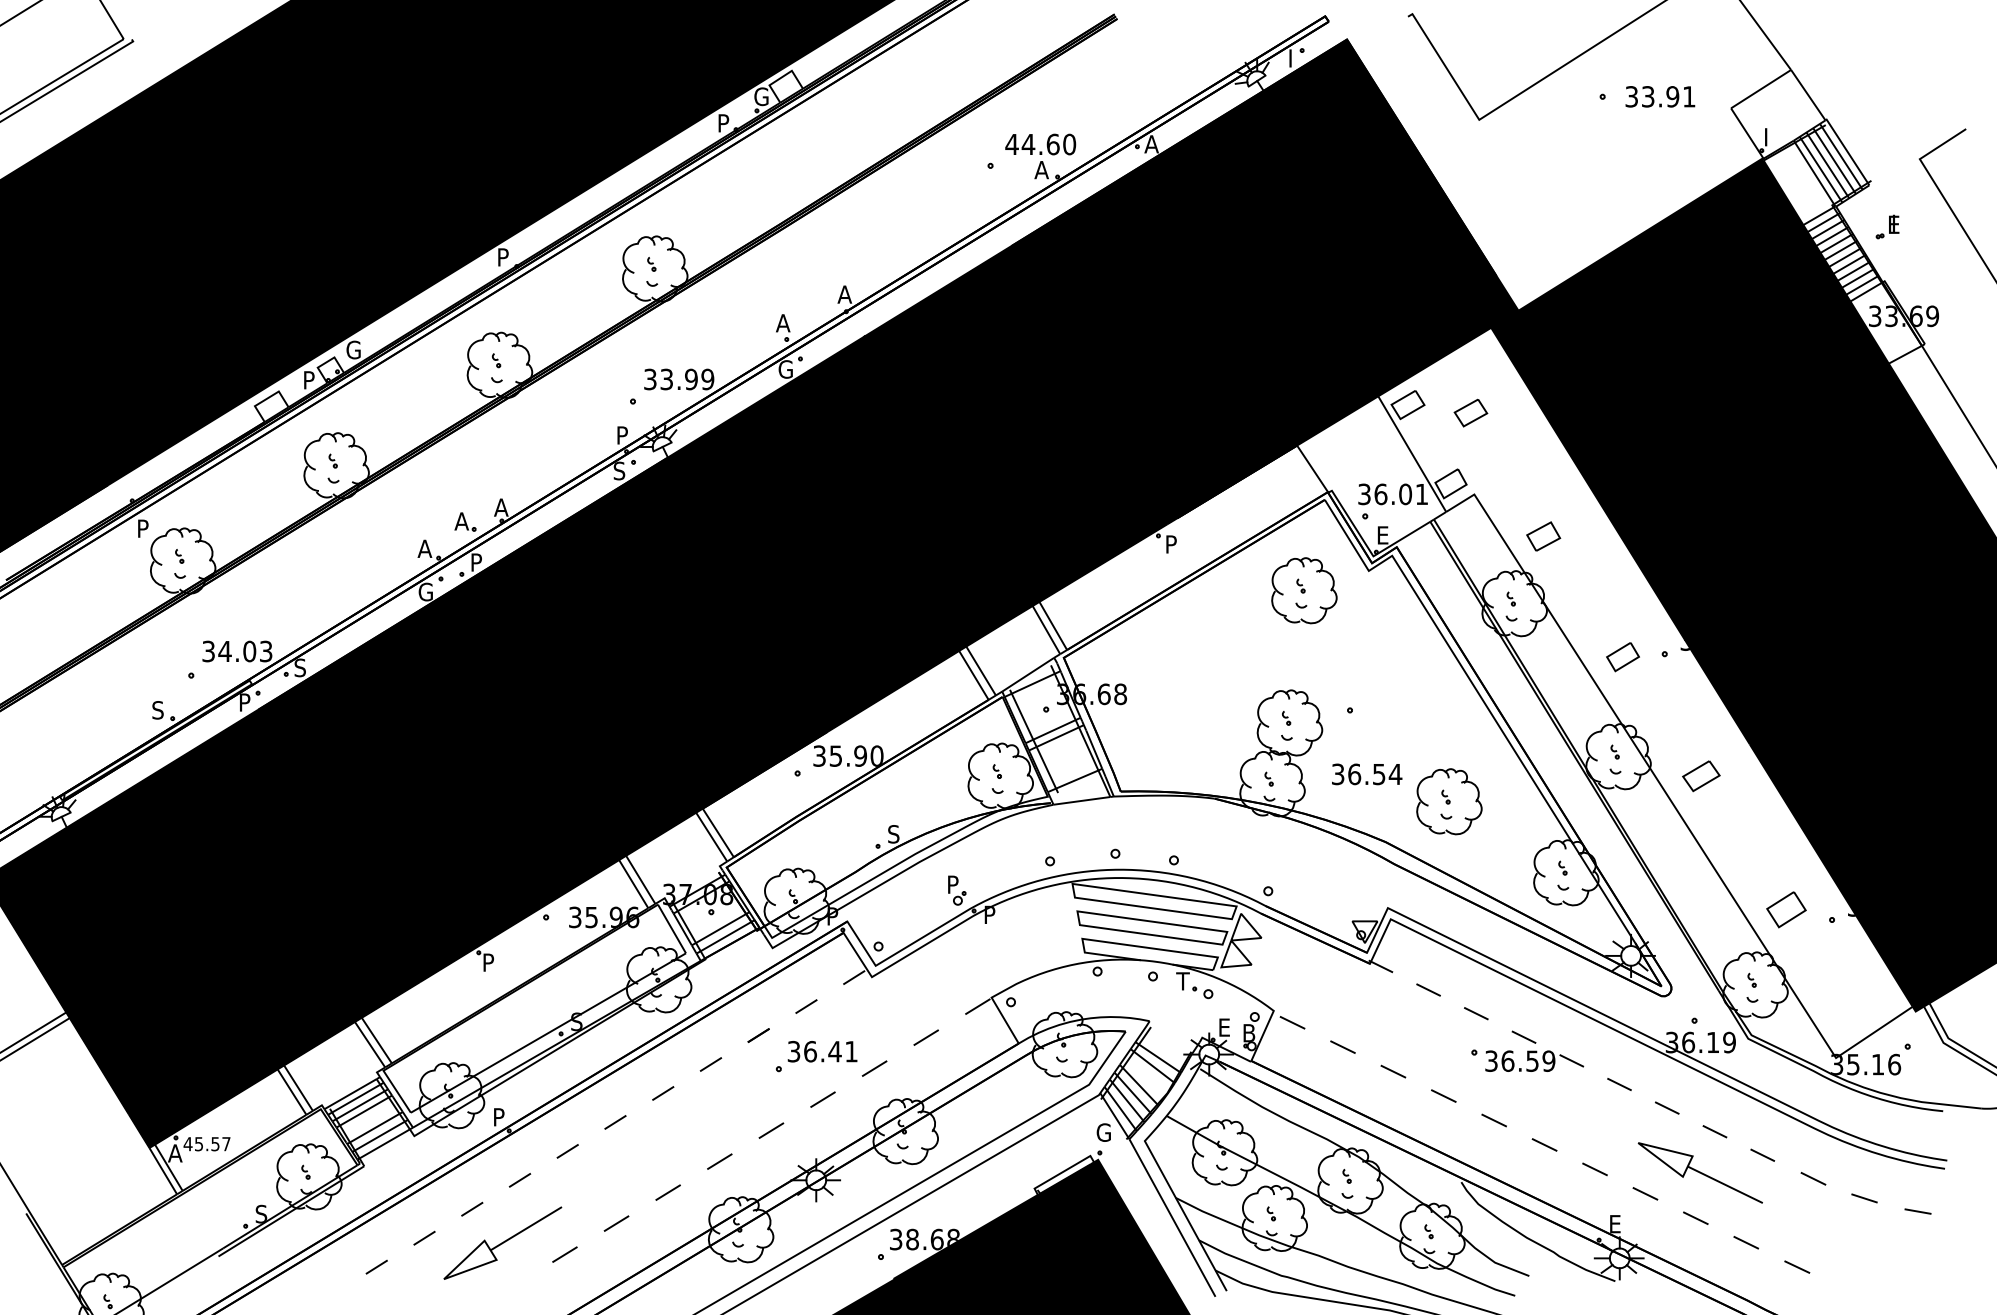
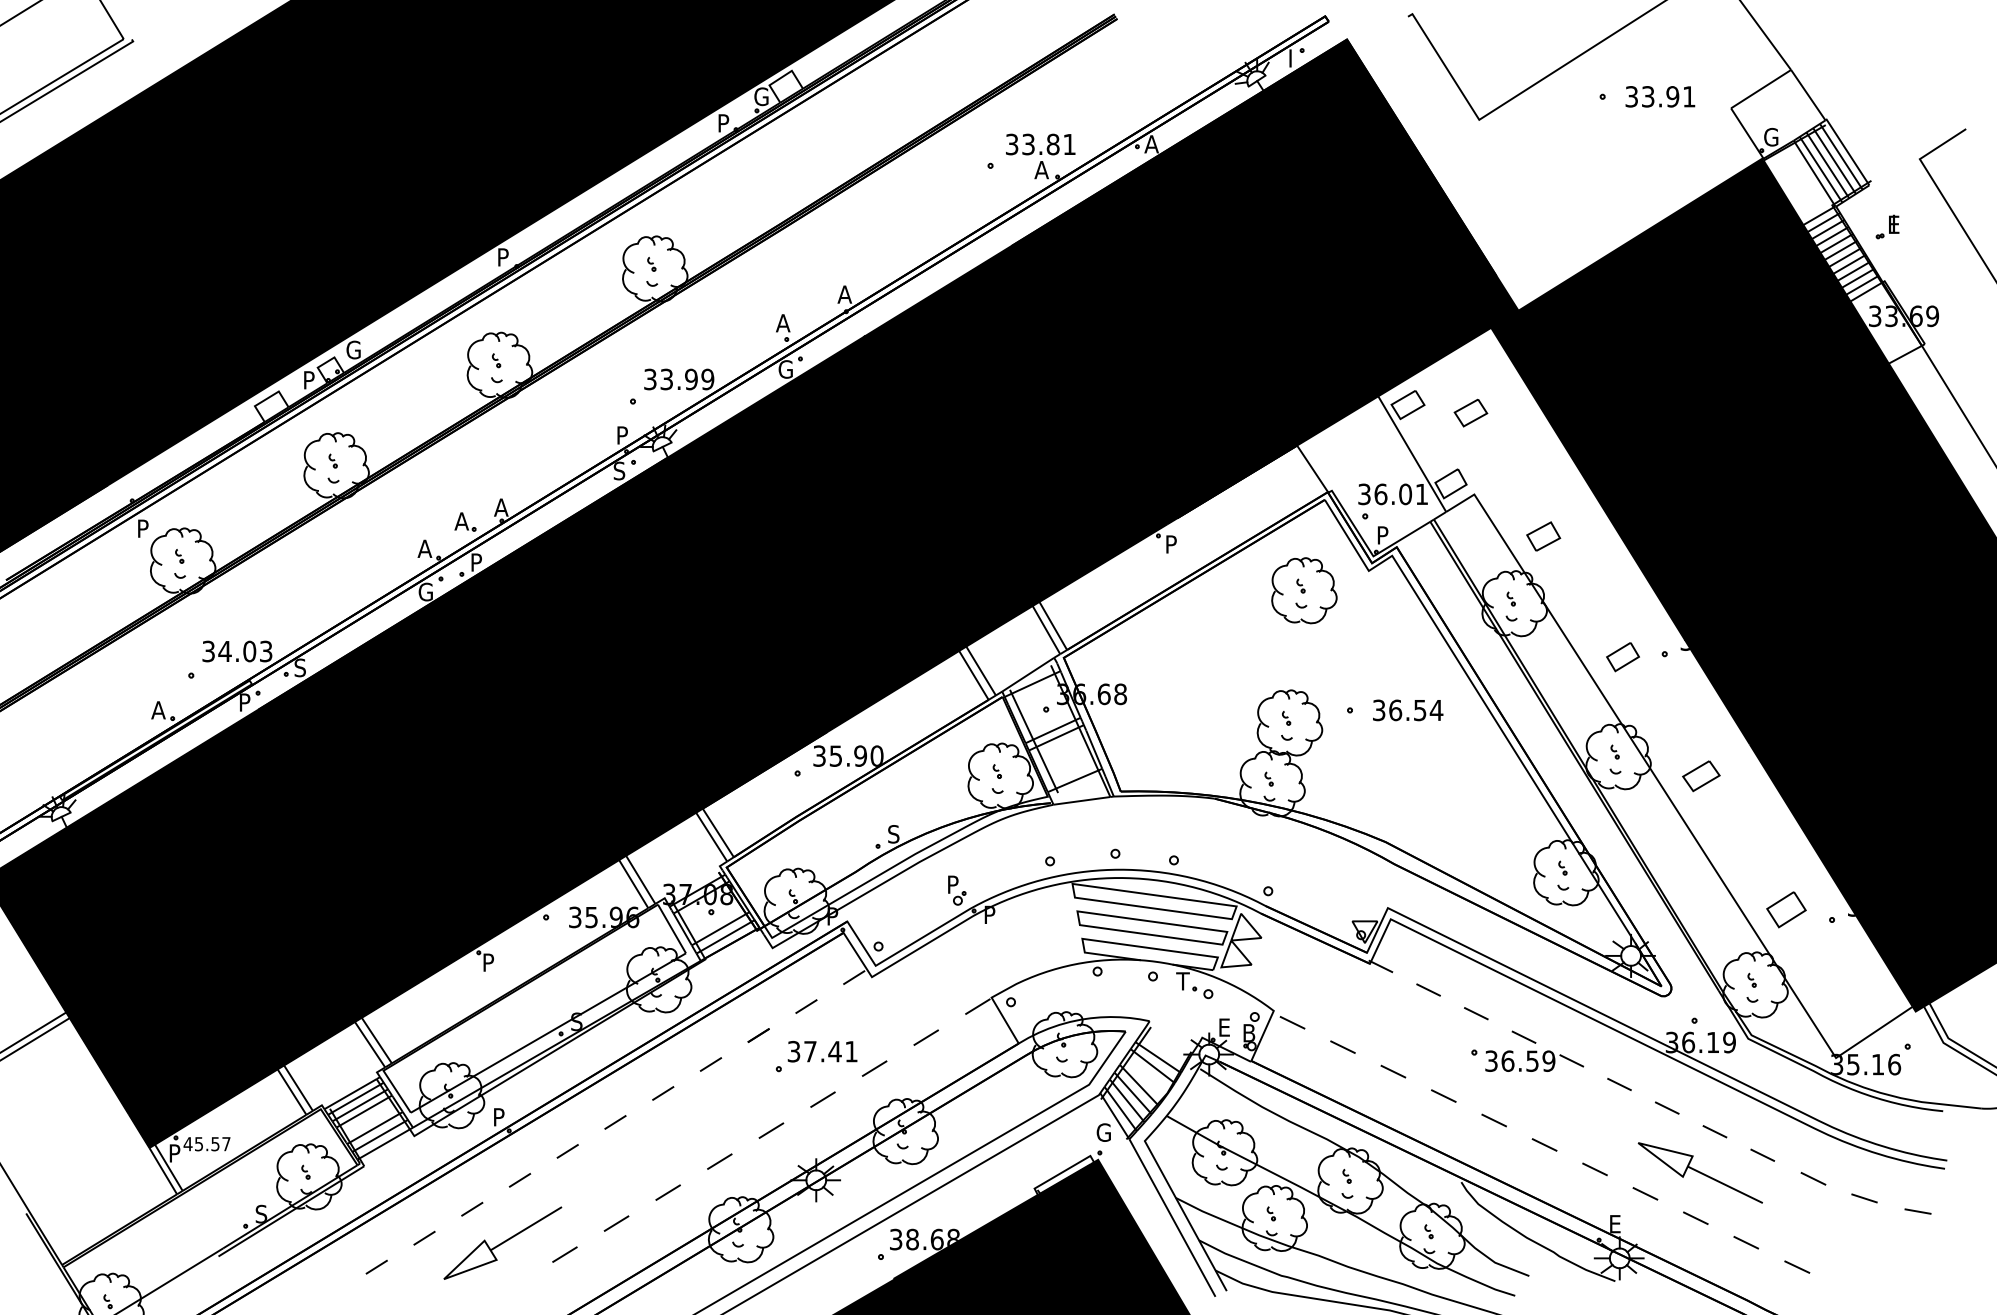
text at (1771, 136): I -> G
text at (1040, 144): 44.60 -> 33.81
text at (1384, 535): E -> P
text at (158, 710): S -> A
text at (1367, 774) position: (1367, 774) -> (1408, 710)
part at (1449, 801): present -> none
text at (810, 1051): 36.41 -> 37.41
text at (175, 1153): A -> P
